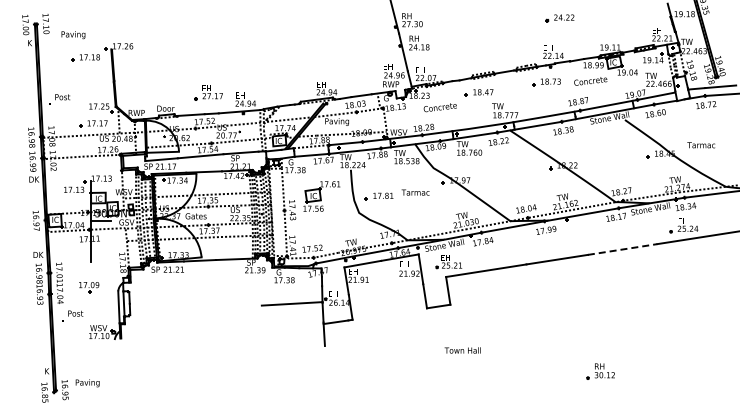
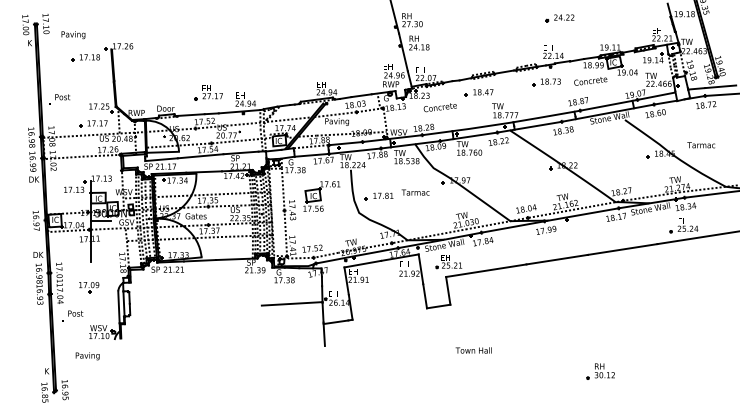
line at (623, 249): dashed -> solid
text at (462, 350) position: (462, 350) -> (473, 350)
text at (87, 383) position: (87, 383) -> (87, 356)
